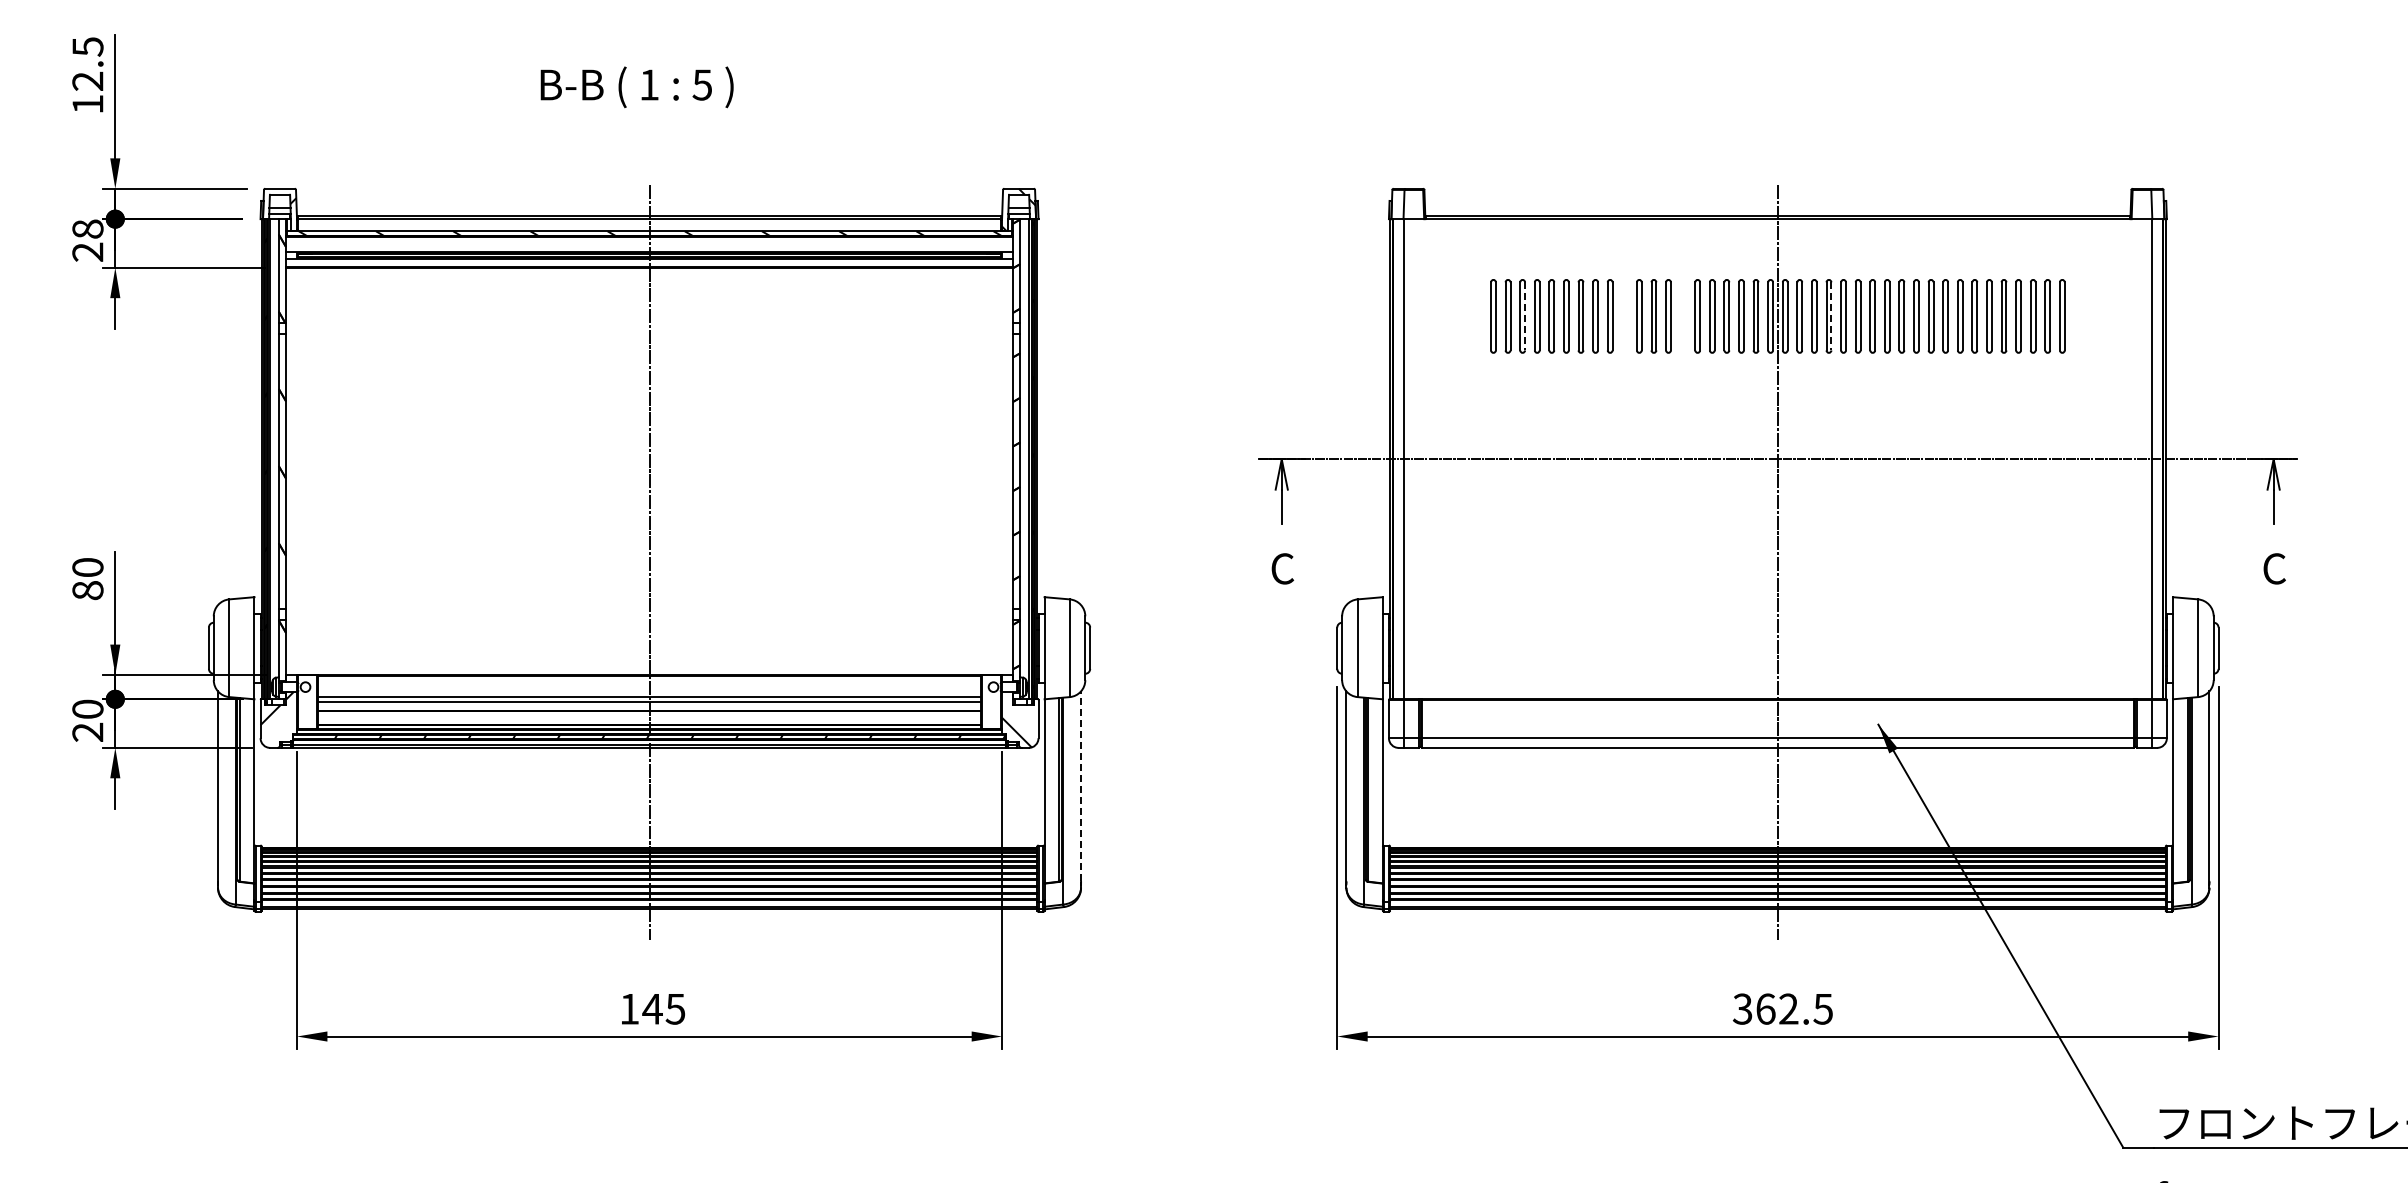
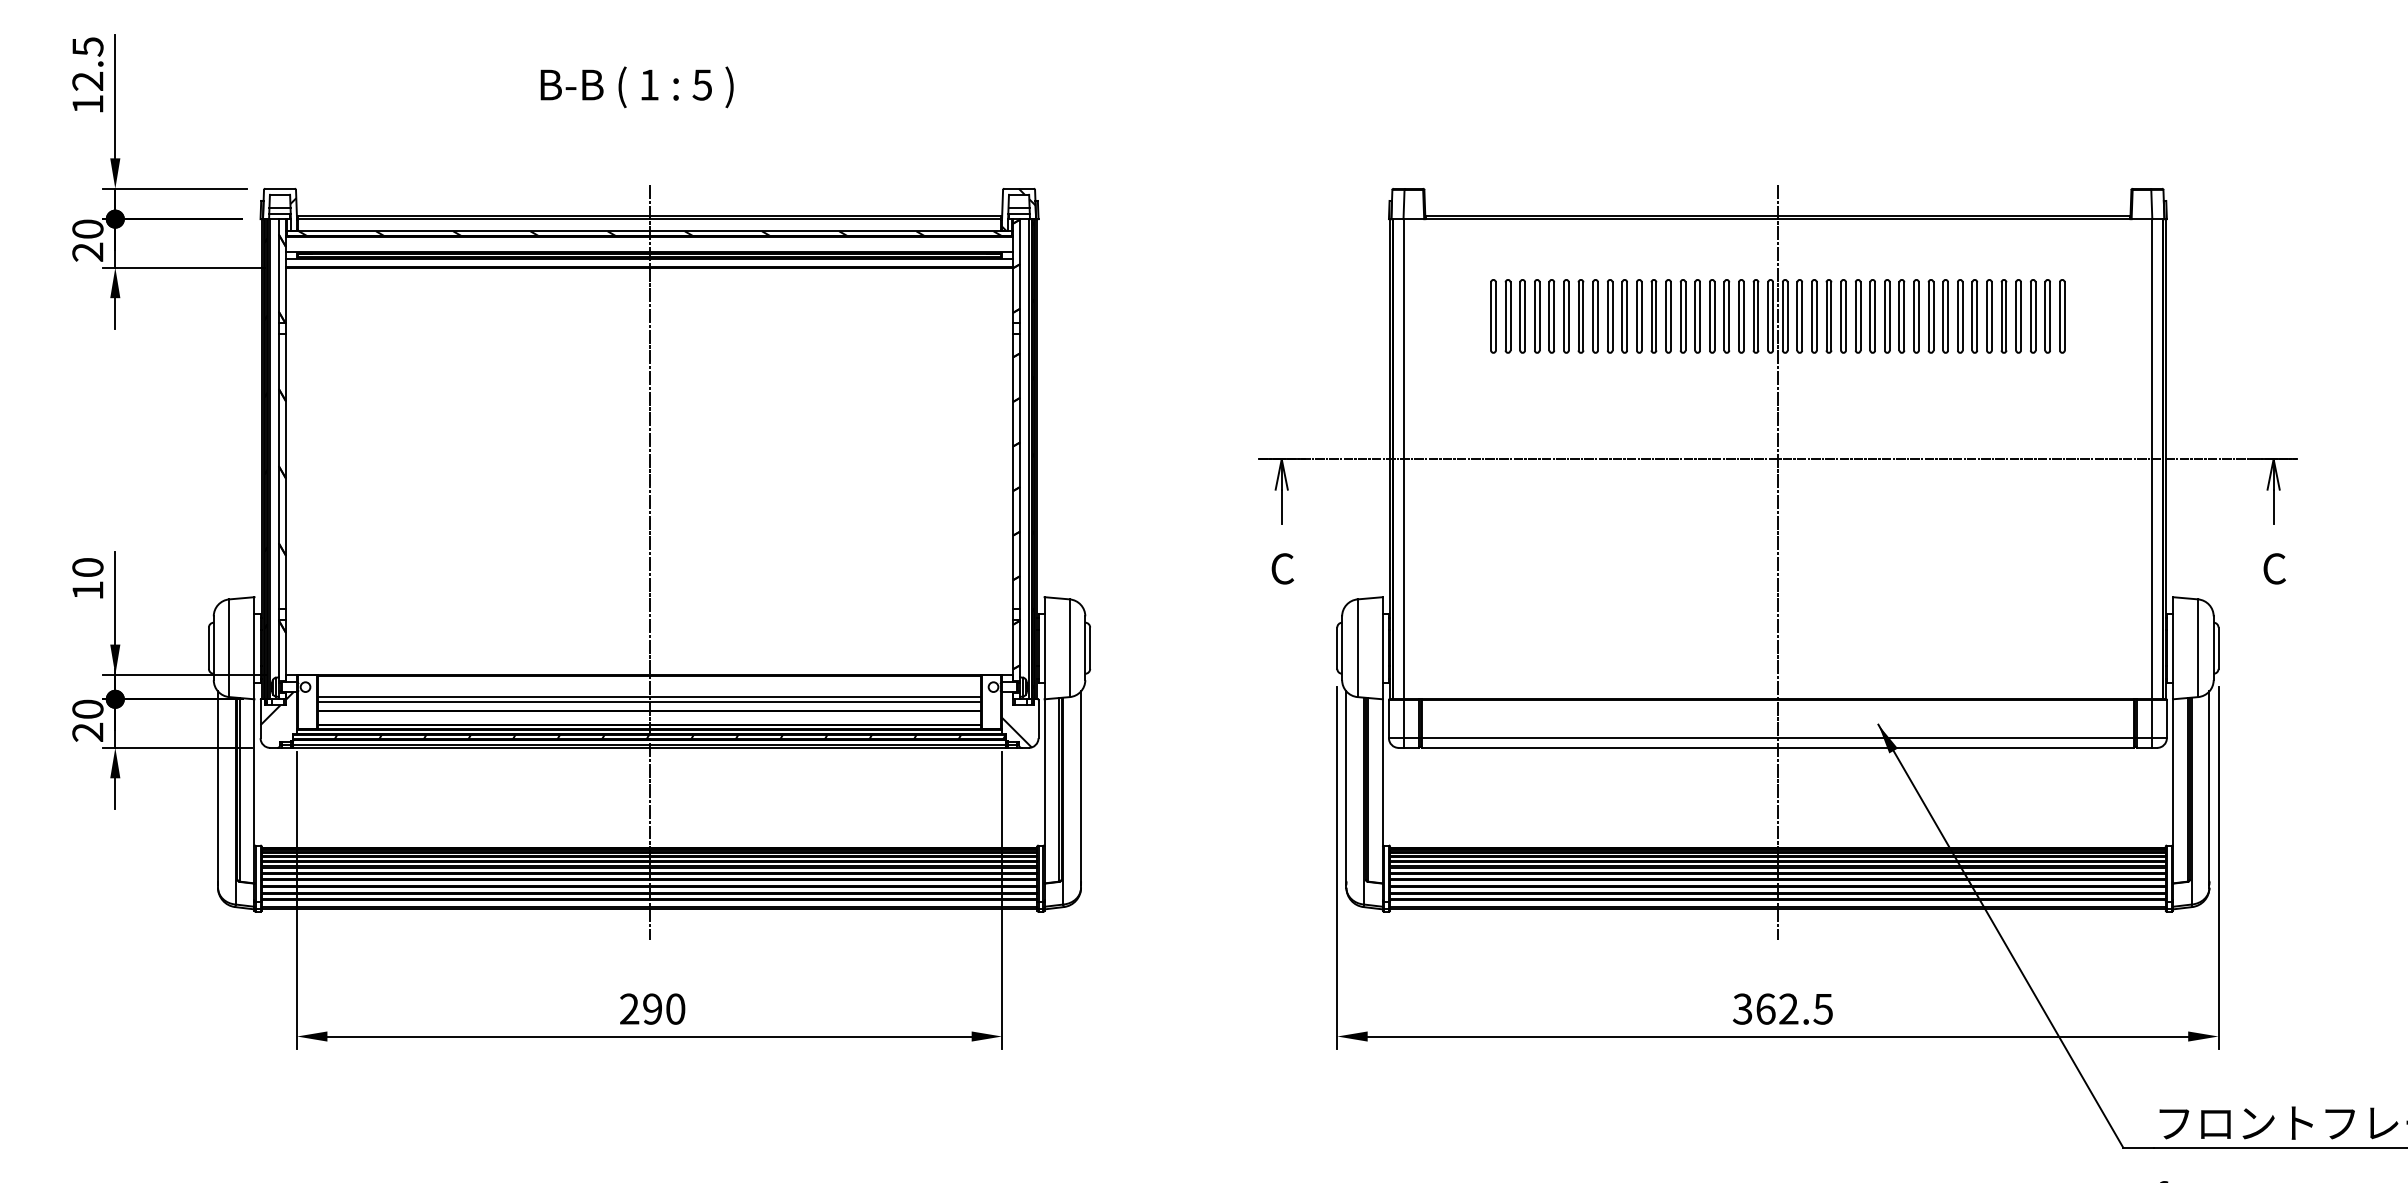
text at (87, 228): 28 -> 20
line at (1525, 316): dashed -> solid
part at (1624, 316): none -> present
part at (1682, 316): none -> present
line at (1831, 316): dashed -> solid
text at (87, 590): 80 -> 10
line at (1081, 786): dashed -> solid
text at (652, 1008): 145 -> 290
